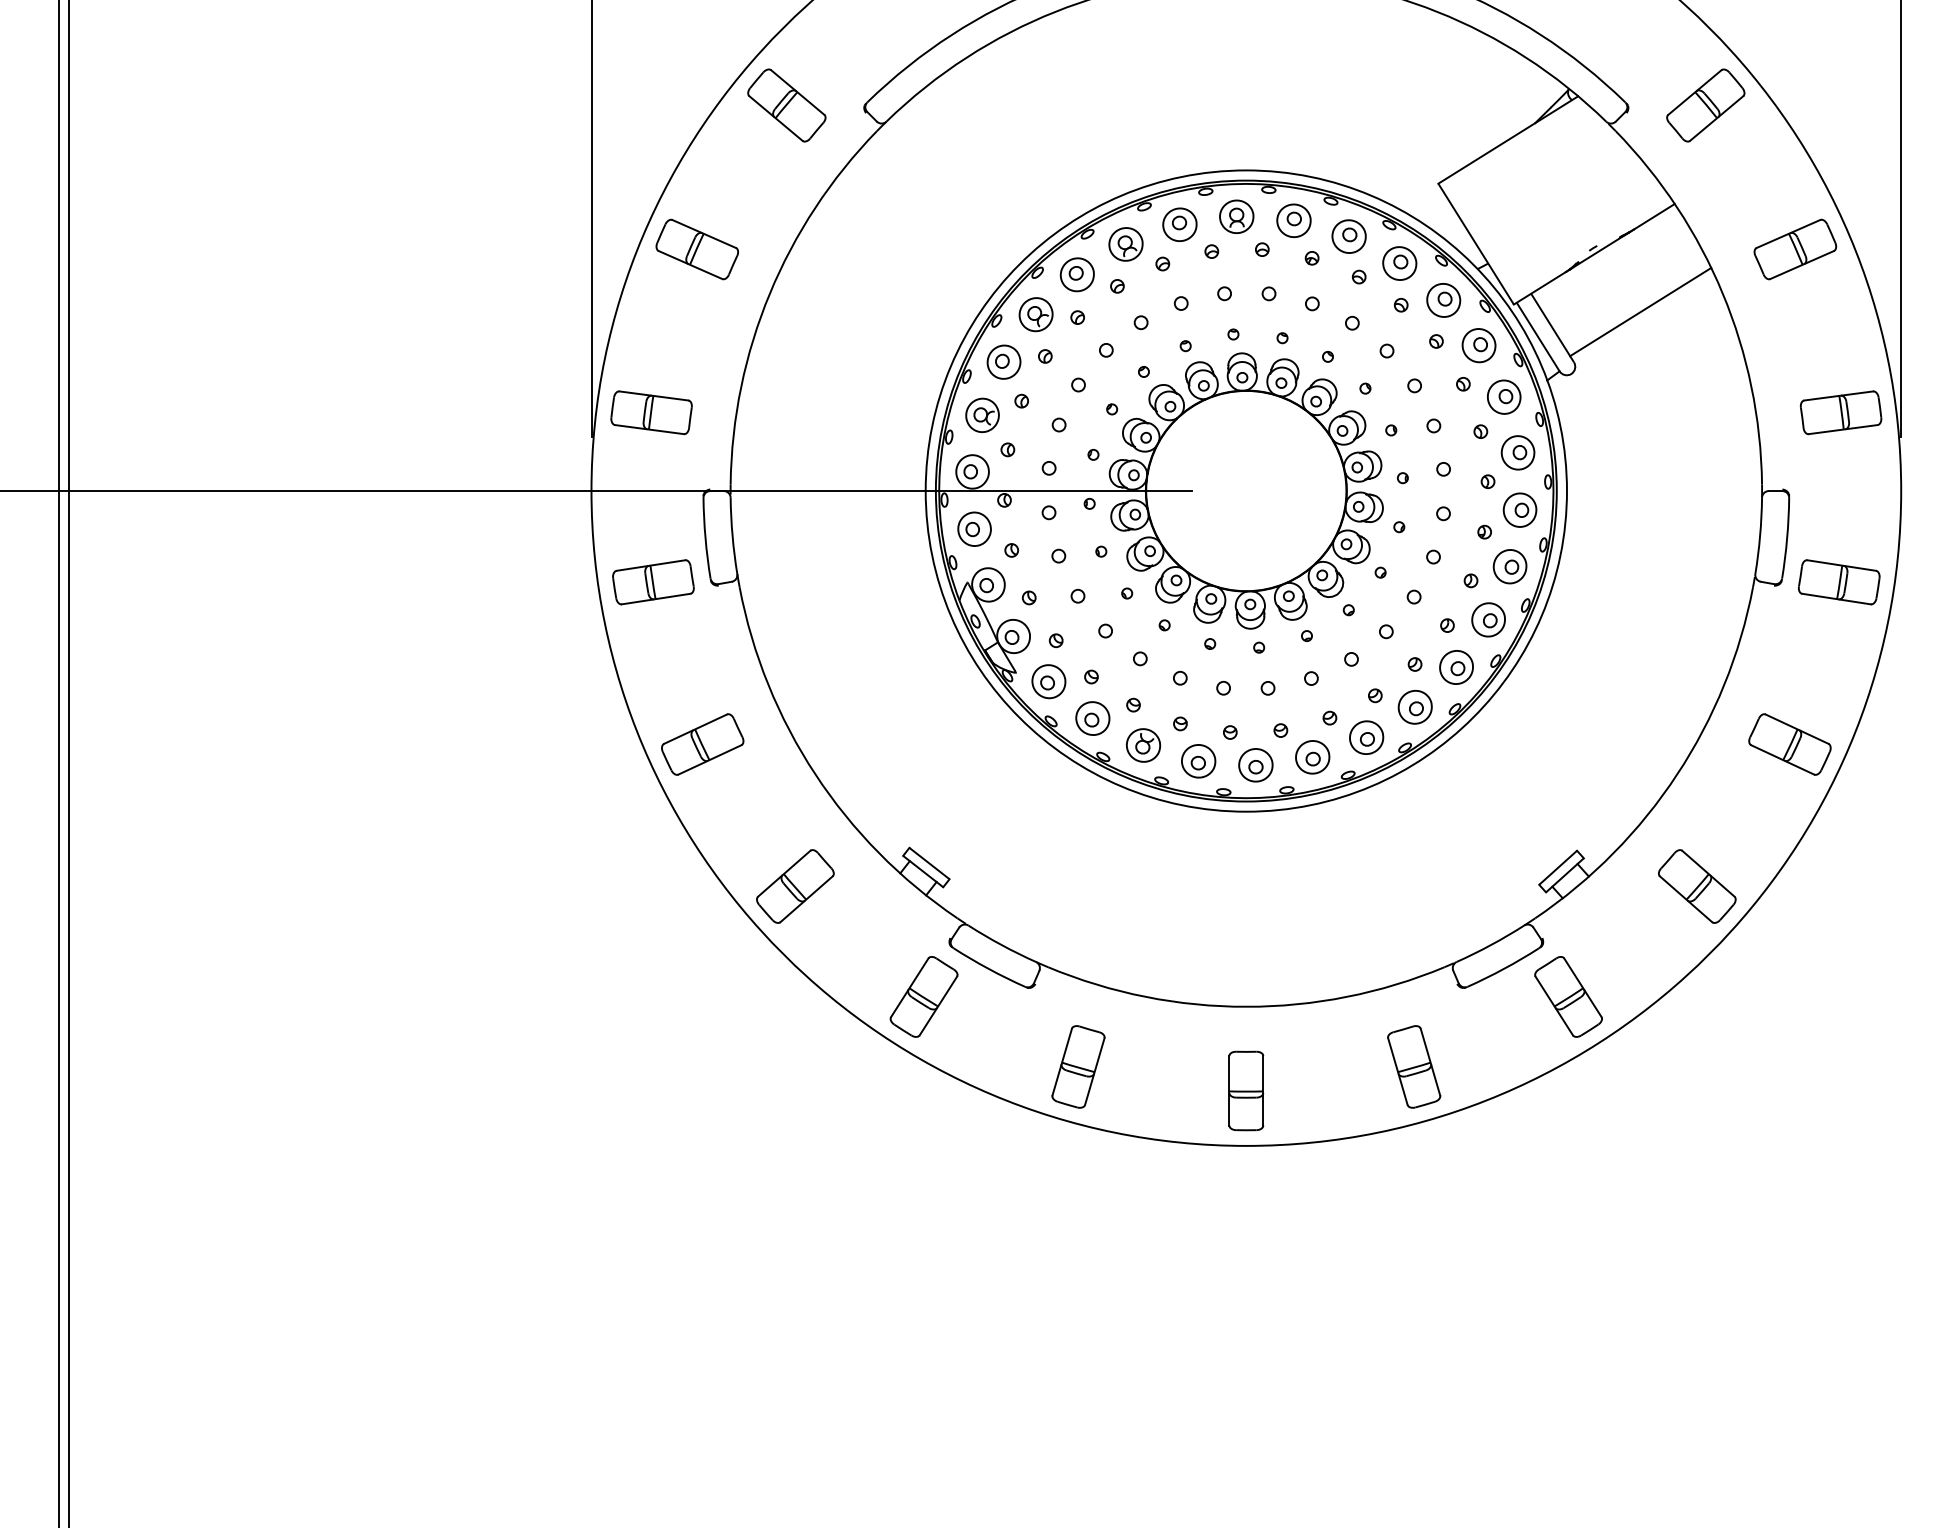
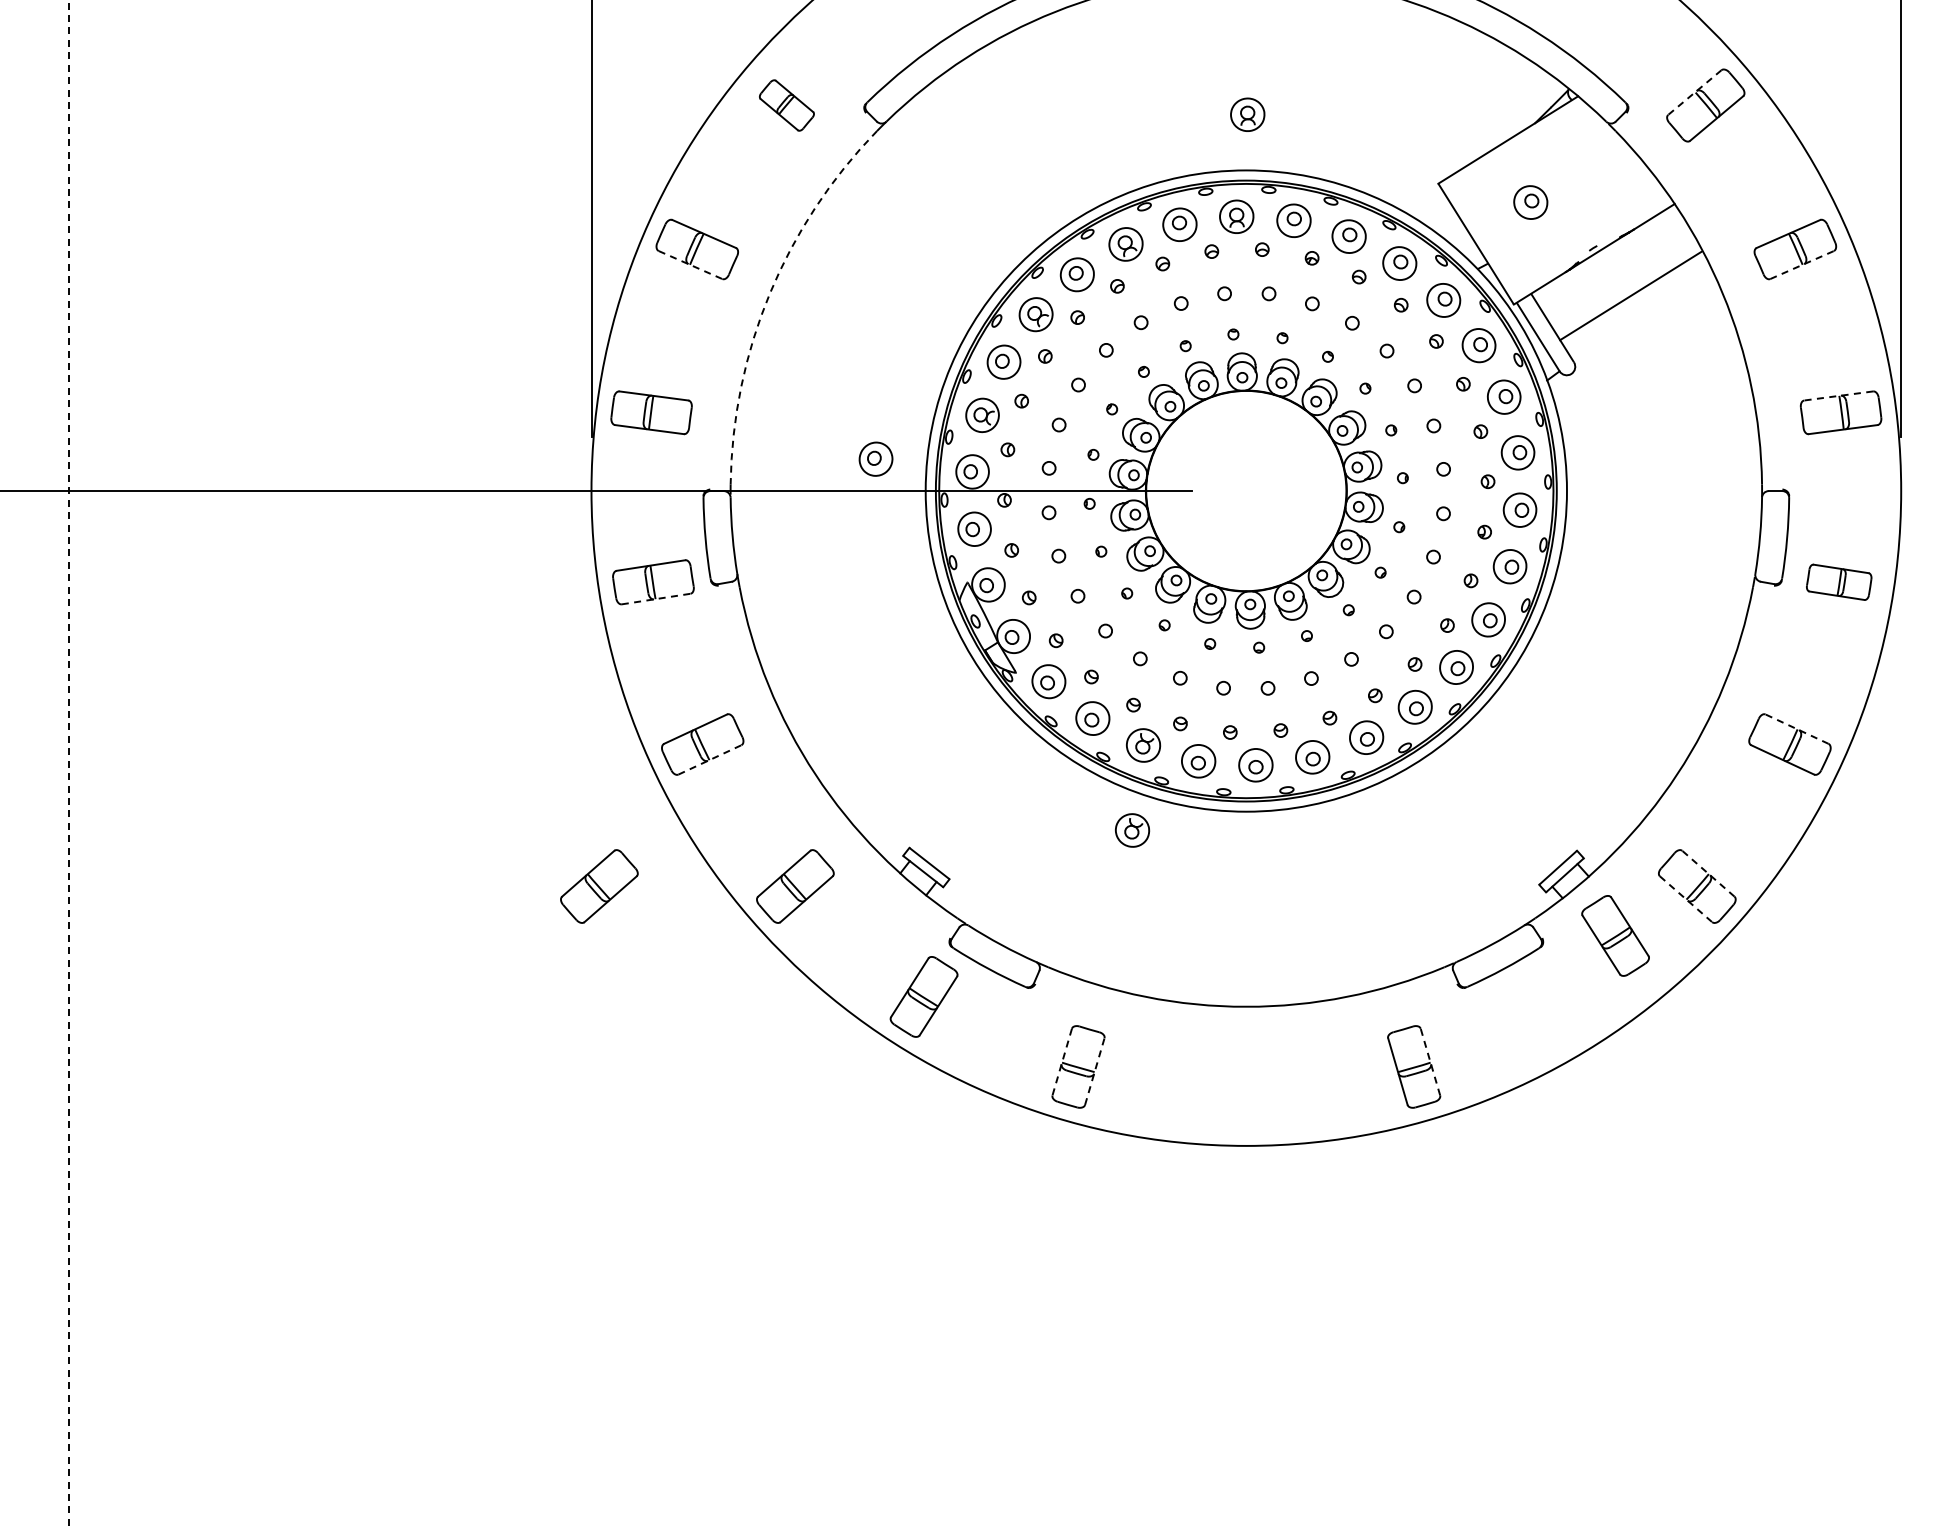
line at (1694, 92): solid -> dashed
part at (786, 105) size: 80x75 px -> 56x53 px
part at (1247, 114): none -> present
part at (1530, 202): none -> present
line at (690, 265): solid -> dashed
line at (1802, 265): solid -> dashed
arc at (769, 293): solid -> dashed
line at (1640, 311) position: (1640, 311) -> (1630, 295)
line at (1838, 395): solid -> dashed
part at (875, 458): none -> present
part at (1838, 582) size: 84x47 px -> 67x38 px
line at (656, 599): solid -> dashed
line at (1797, 729): solid -> dashed
line at (709, 759): solid -> dashed
line at (58, 763): present -> none
line at (68, 763): solid -> dashed
part at (1132, 830): none -> present
line at (1708, 873): solid -> dashed
part at (599, 886): none -> present
line at (1686, 899): solid -> dashed
part at (1568, 996) position: (1568, 996) -> (1615, 935)
line at (1062, 1062): solid -> dashed
line at (1430, 1062): solid -> dashed
line at (1094, 1071): solid -> dashed
part at (1246, 1090): present -> none
